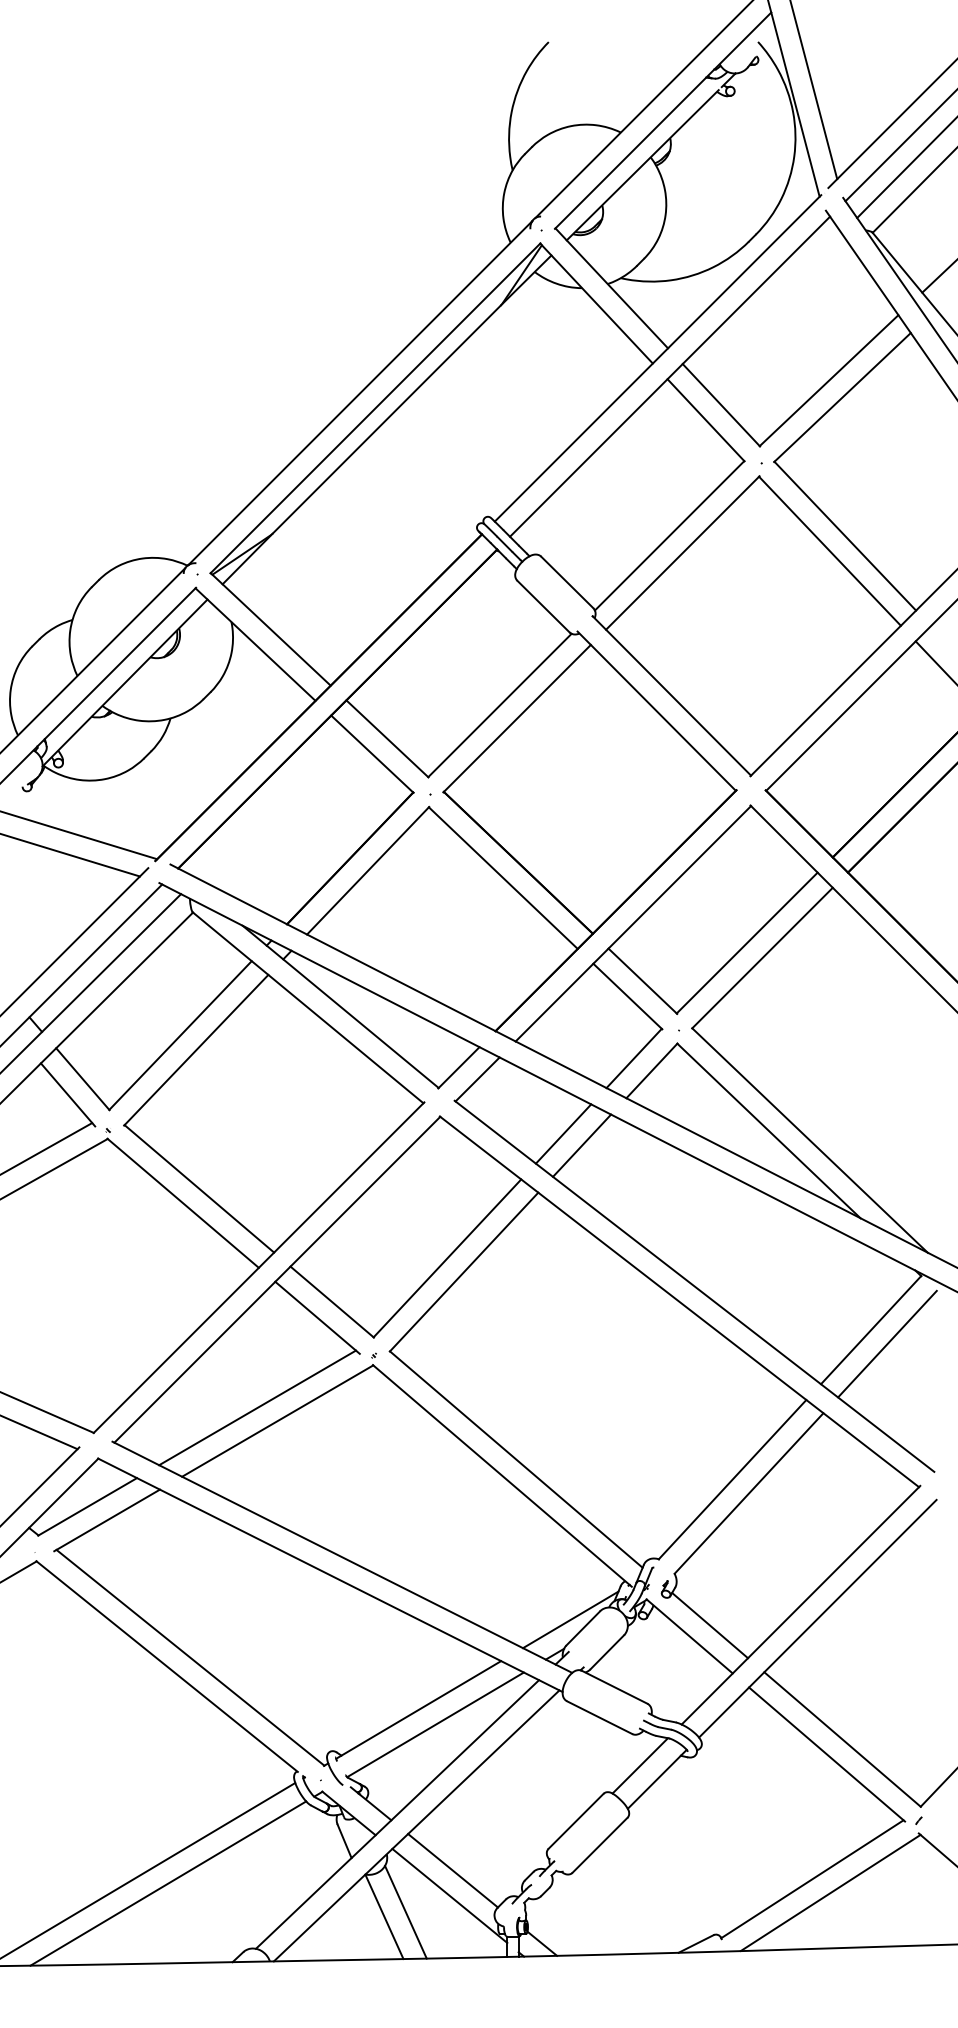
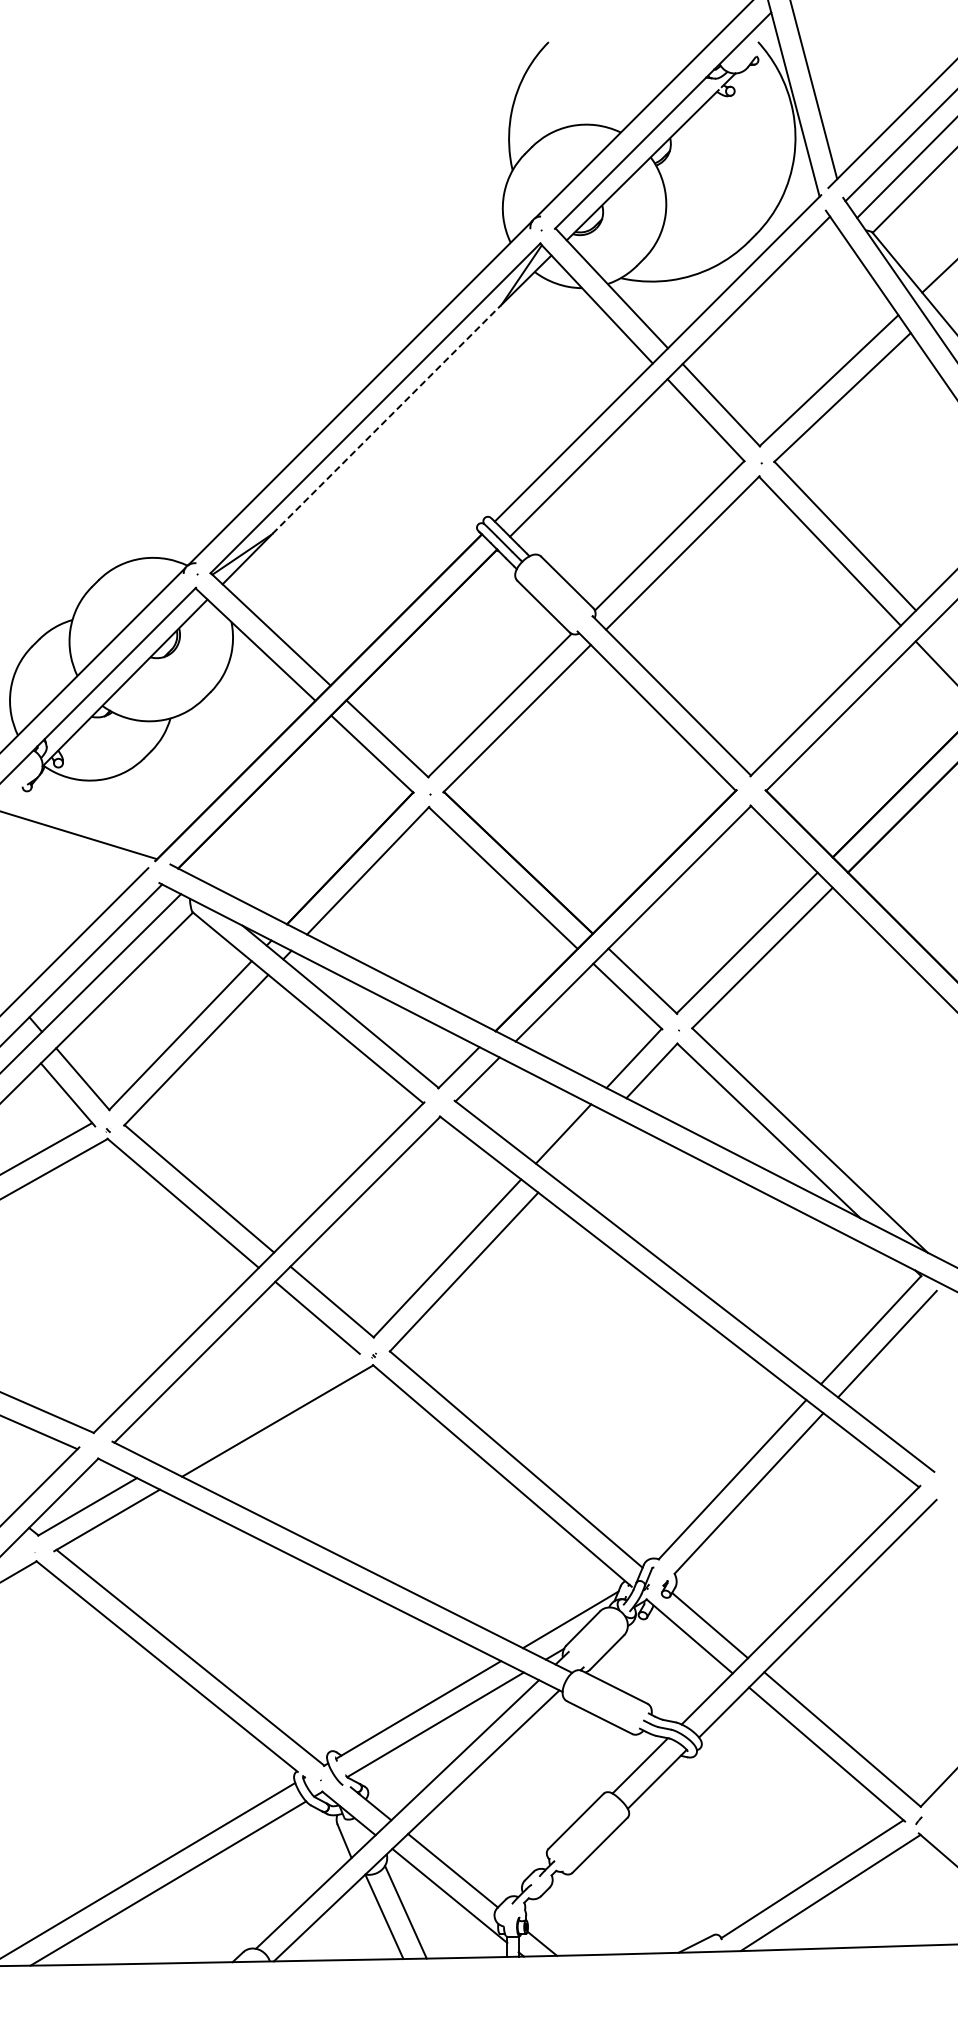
line at (386, 419): solid -> dashed
line at (70, 855): present -> none
line at (582, 1145): present -> none
line at (257, 1407): present -> none
